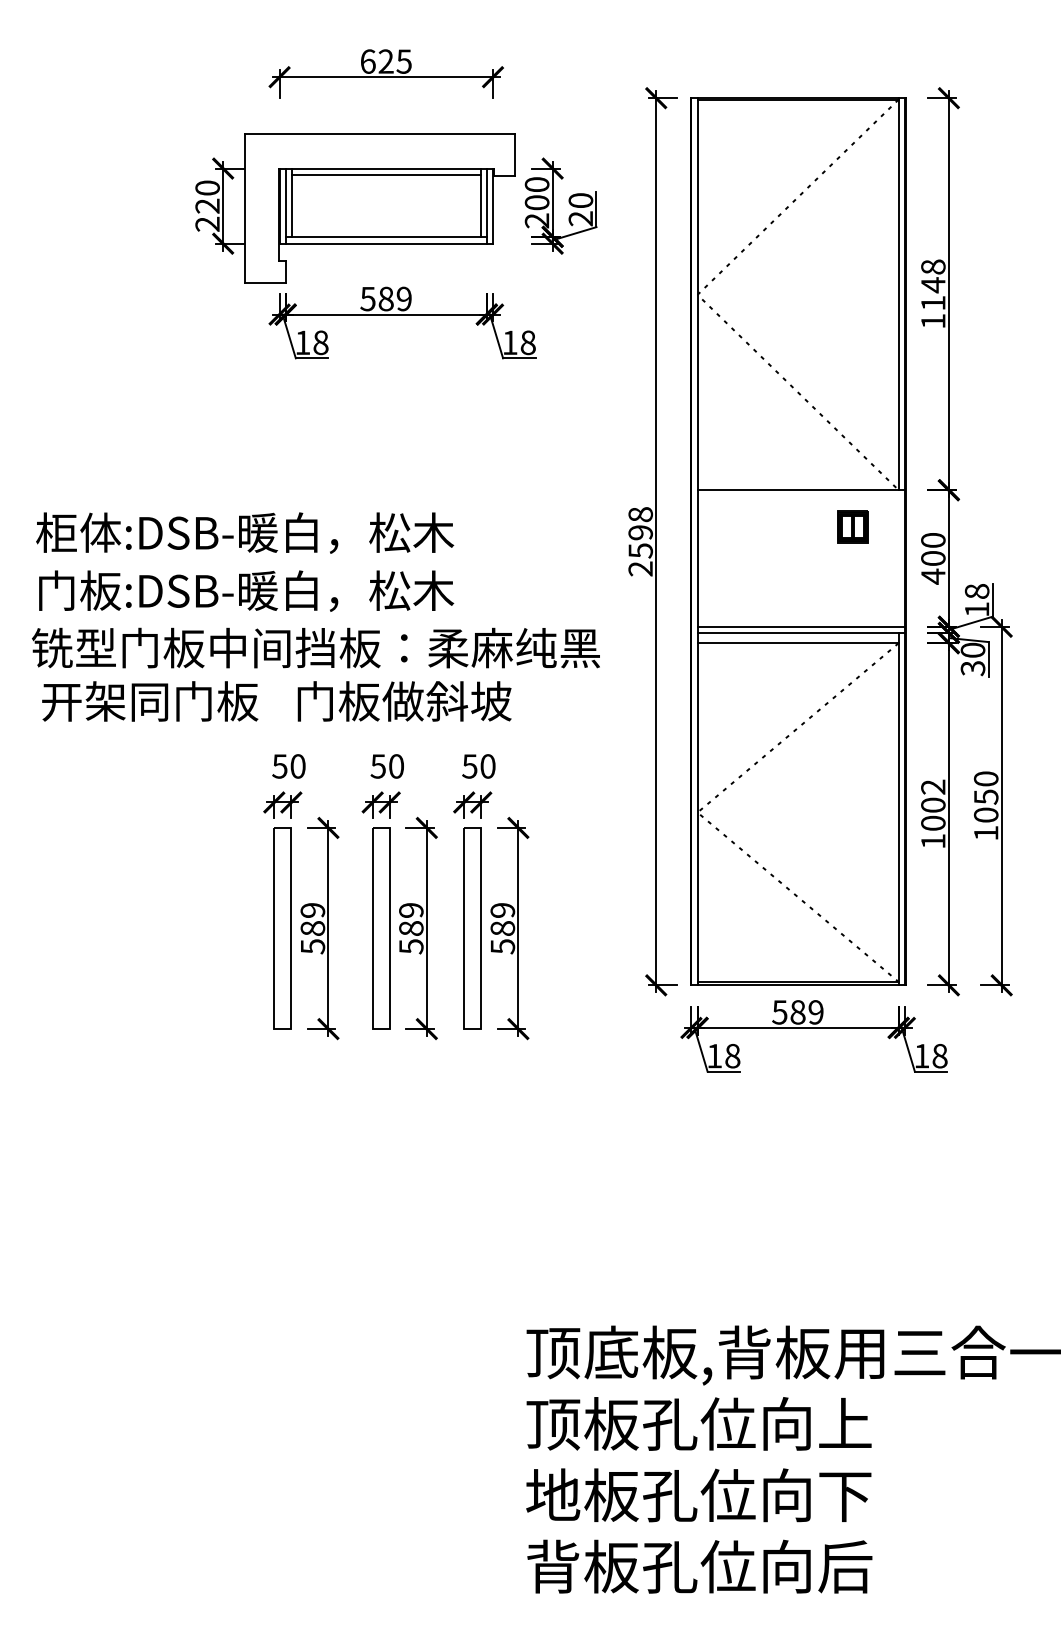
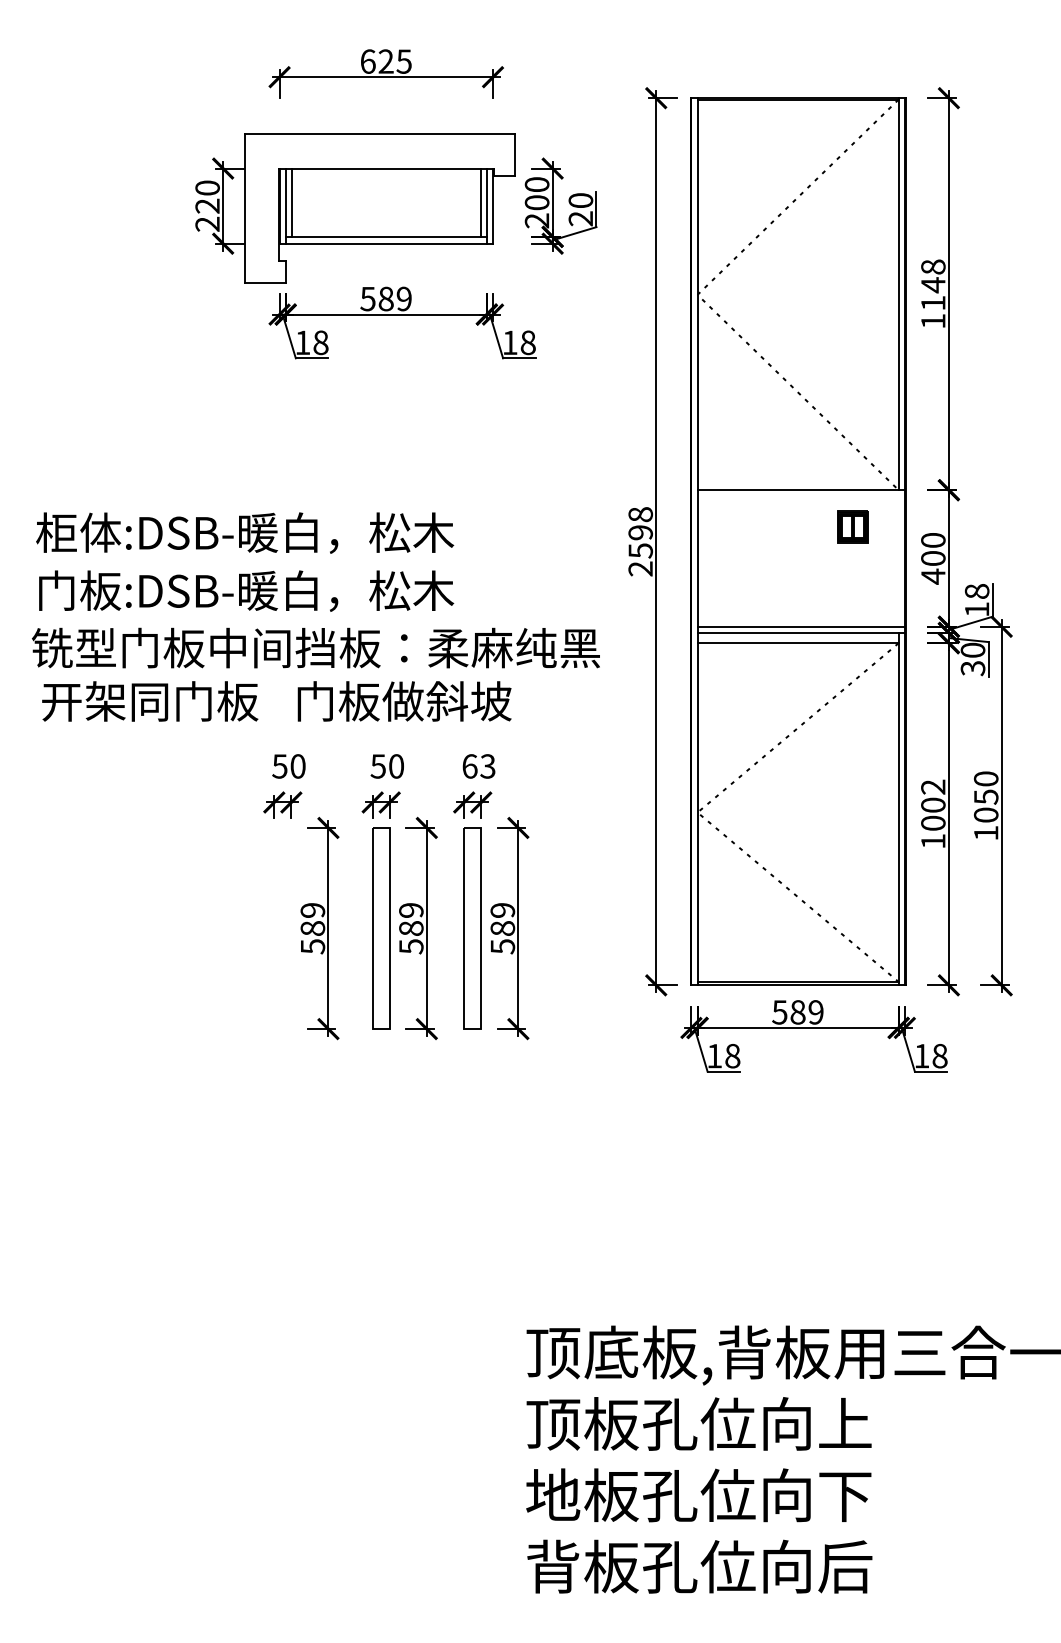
line at (385, 174): present -> none
text at (478, 766): 50 -> 63
part at (282, 928): present -> none
